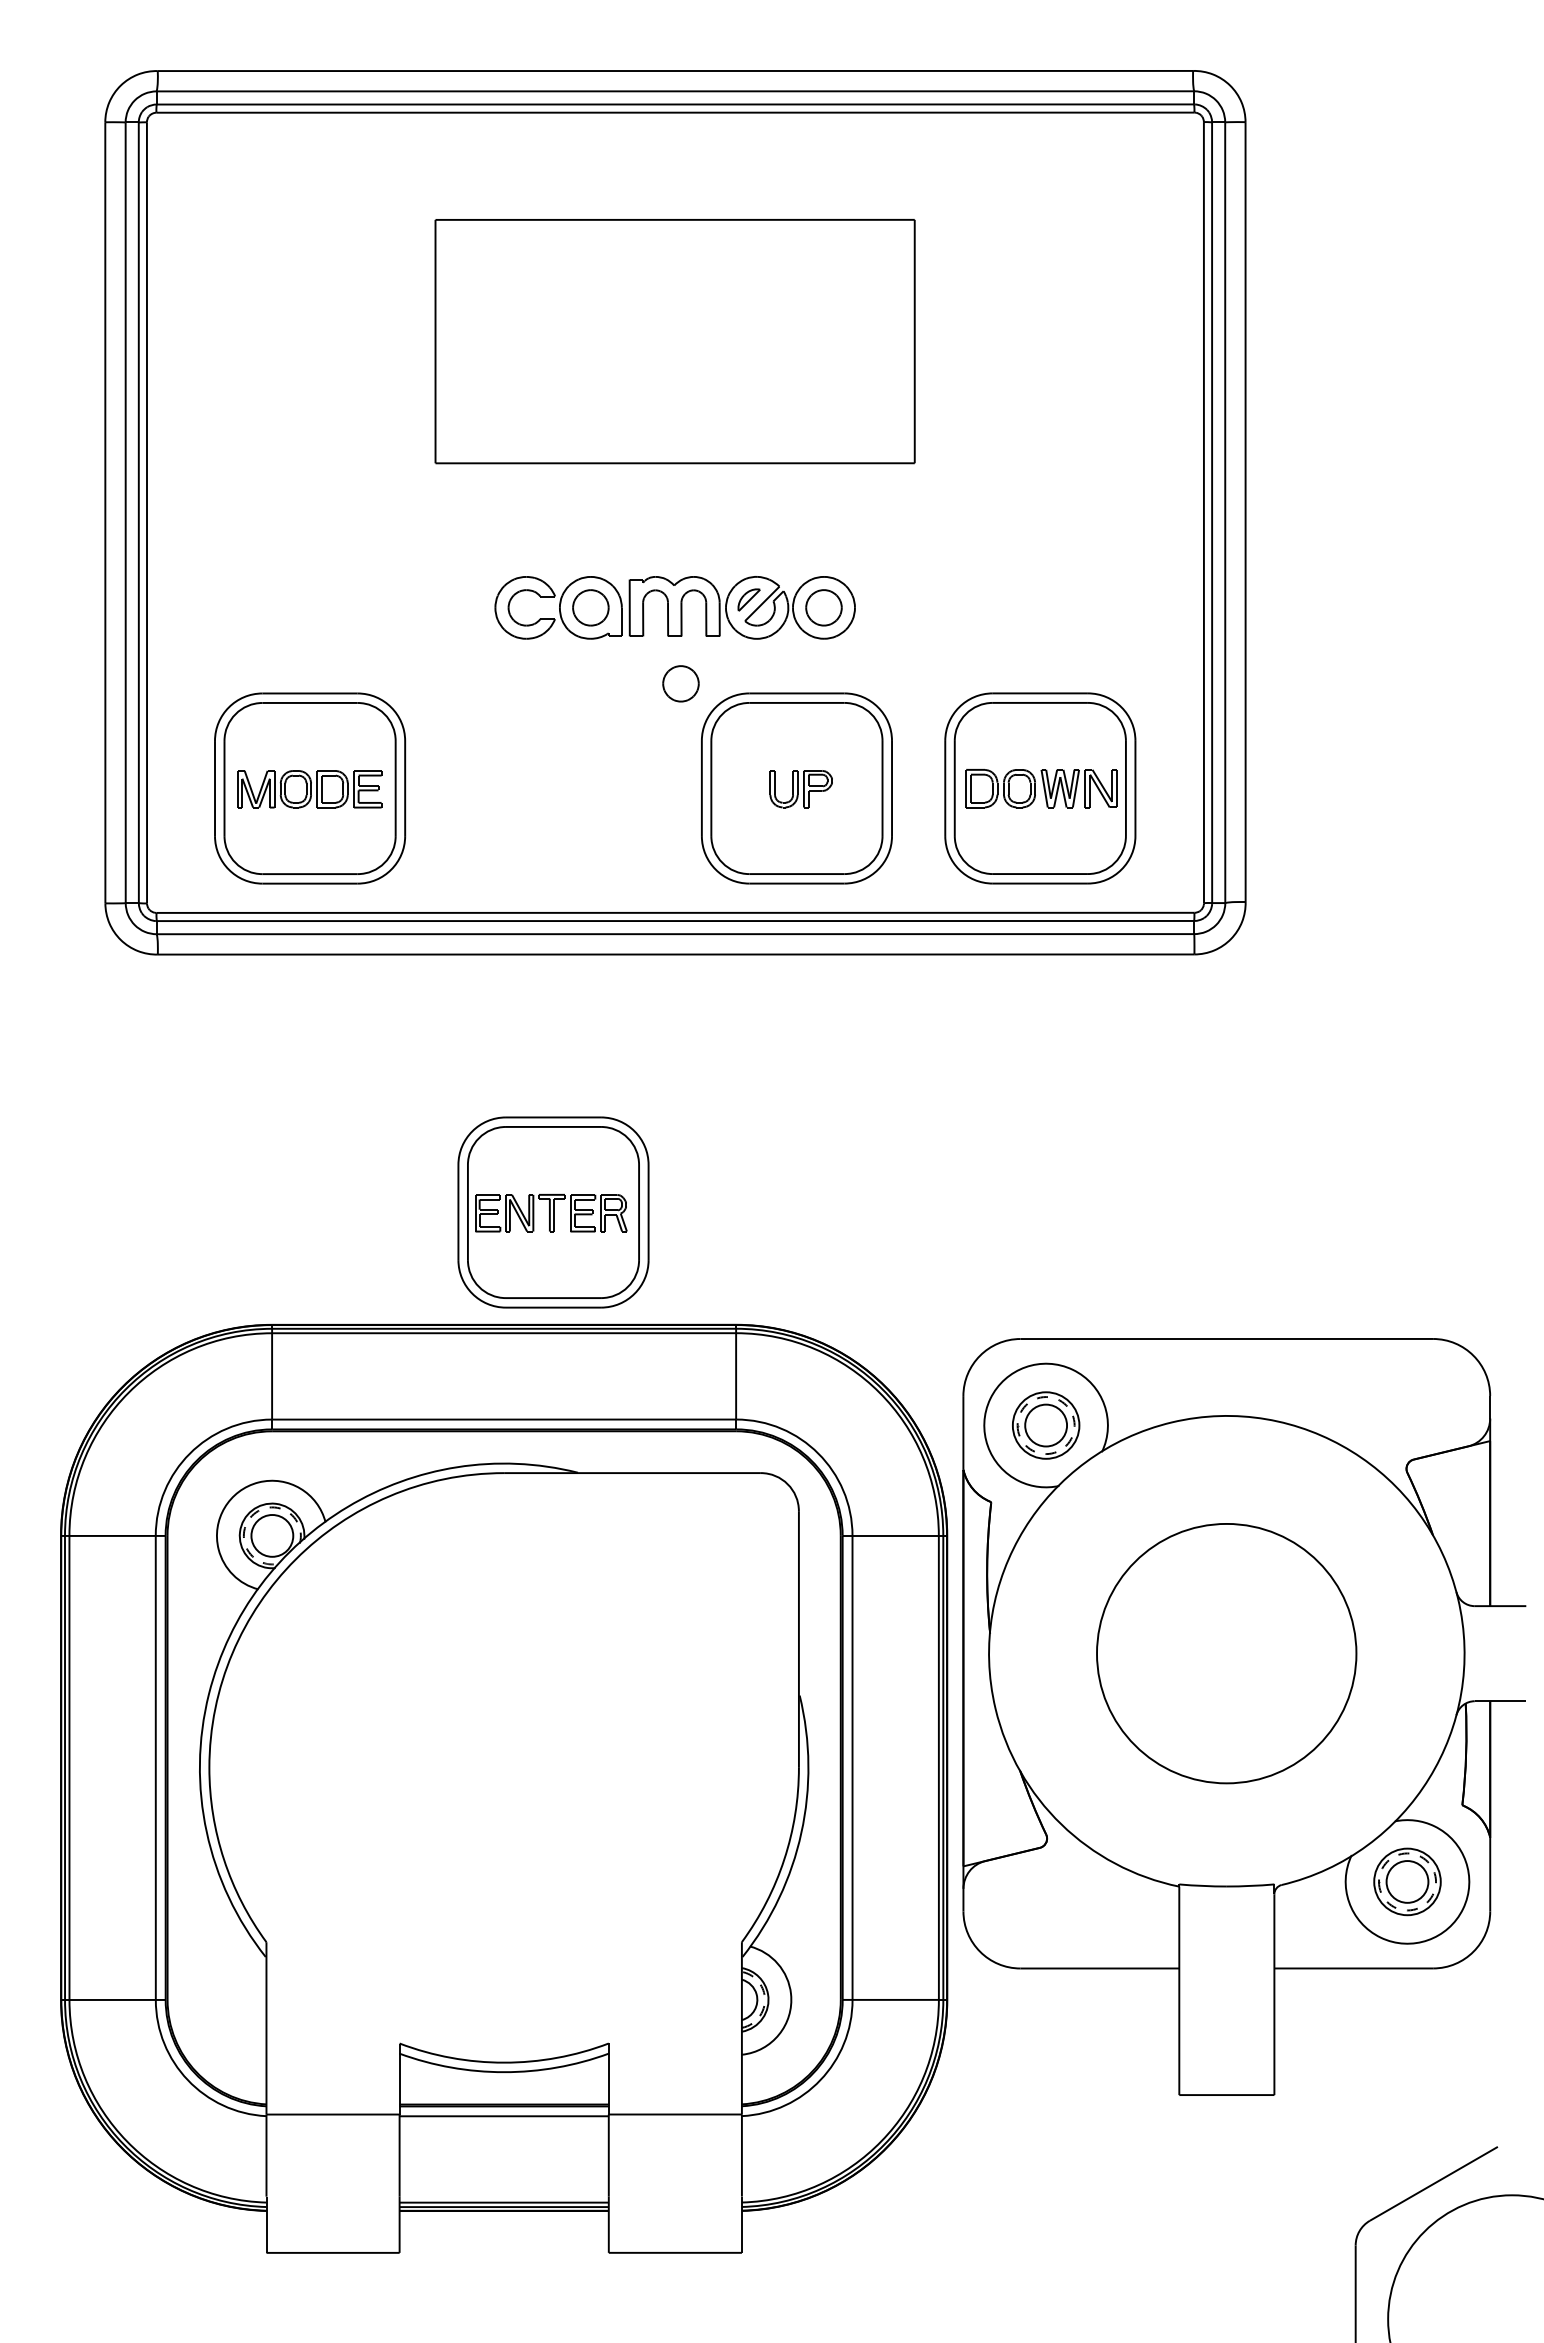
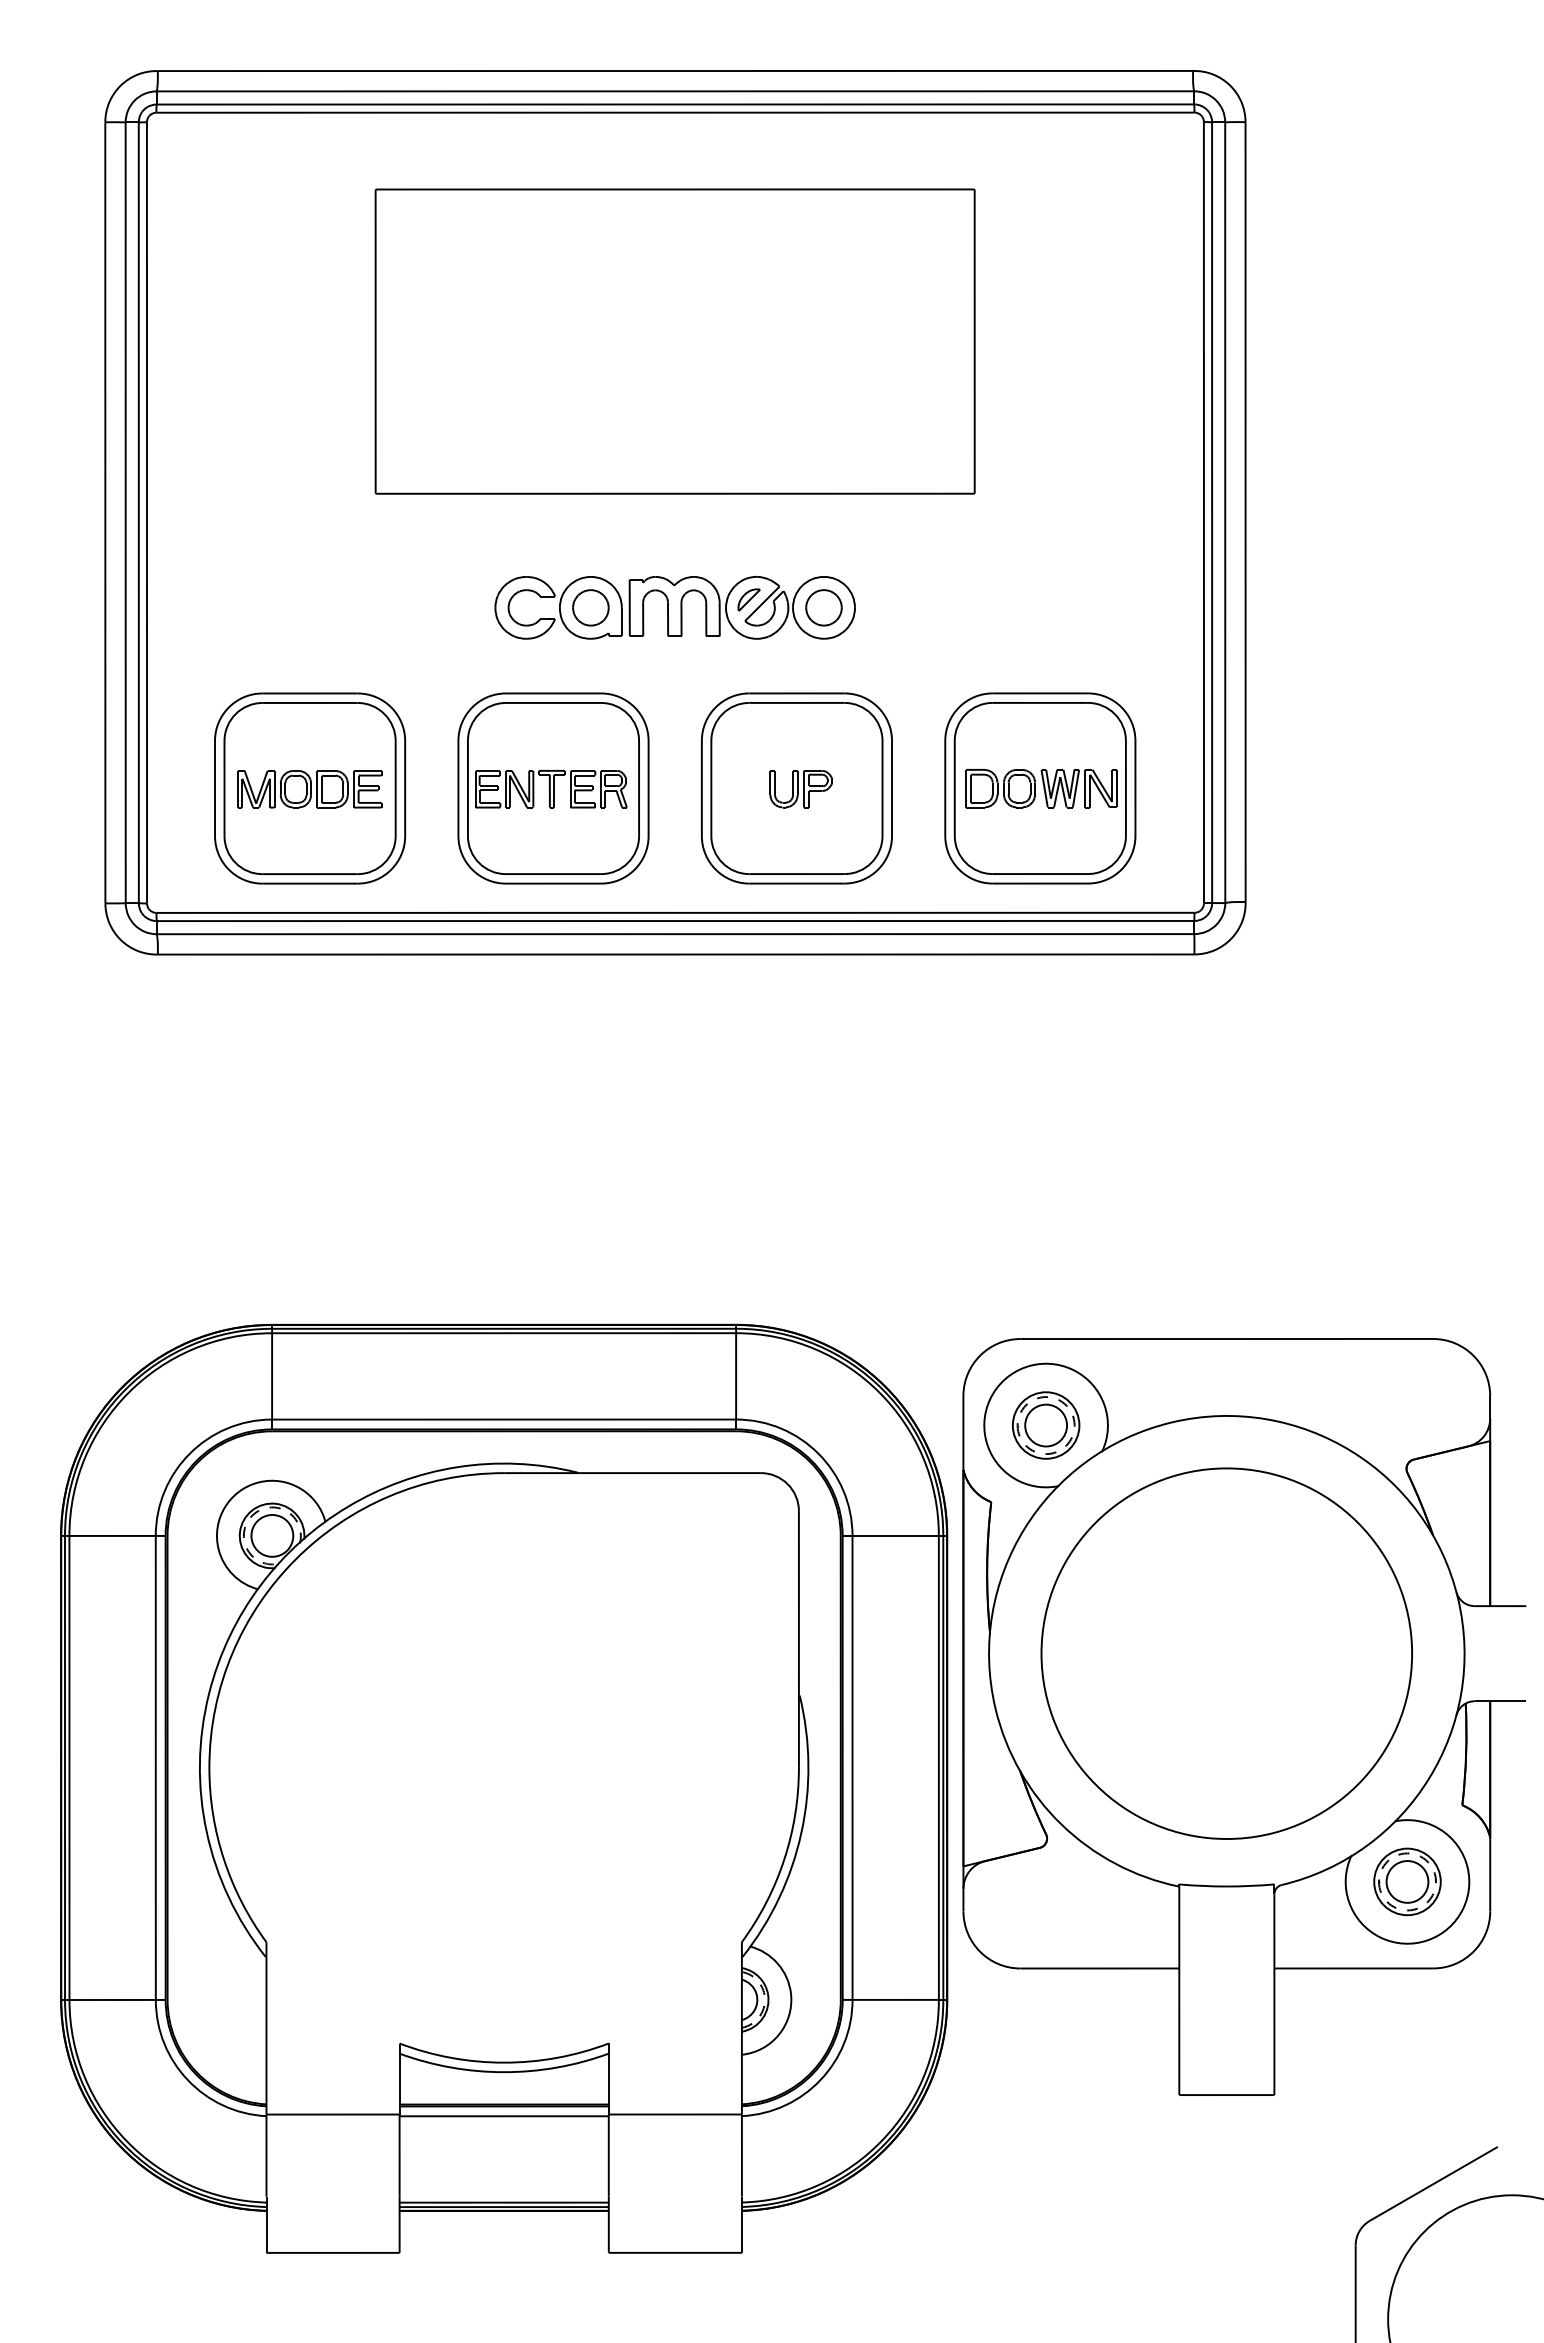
part at (674, 341) size: 482x246 px -> 602x307 px
part at (680, 683): present -> none
part at (553, 1212) position: (553, 1212) -> (553, 788)
part at (1226, 1653) size: 262x262 px -> 373x373 px
